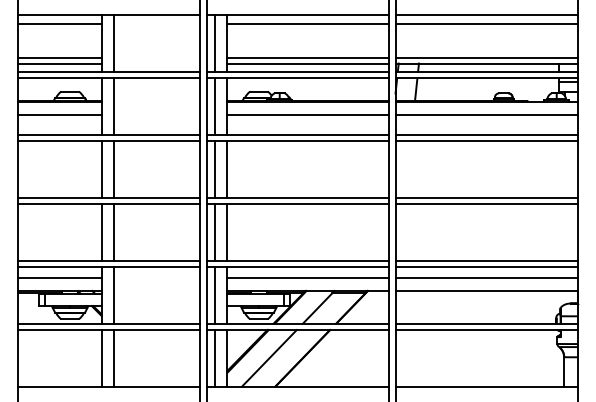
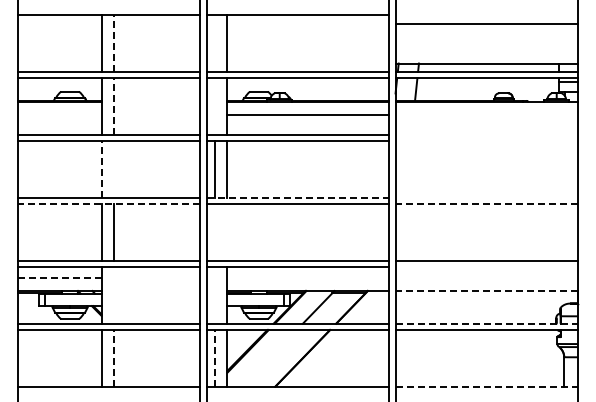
line at (486, 15): present -> none
line at (59, 23): present -> none
line at (308, 23): present -> none
line at (114, 43): solid -> dashed
line at (214, 43): present -> none
line at (59, 57): present -> none
line at (308, 57): present -> none
line at (486, 57): present -> none
line at (59, 63): present -> none
line at (308, 63): present -> none
line at (114, 106): solid -> dashed
line at (214, 106): present -> none
line at (59, 114): present -> none
line at (486, 114): present -> none
line at (486, 134): present -> none
line at (486, 141): present -> none
line at (101, 169): solid -> dashed
line at (114, 169): present -> none
line at (298, 197): solid -> dashed
line at (486, 197): present -> none
line at (108, 204): solid -> dashed
line at (486, 204): solid -> dashed
line at (214, 232): present -> none
line at (227, 232): present -> none
line at (486, 267): present -> none
line at (59, 278): solid -> dashed
line at (308, 278): present -> none
line at (486, 278): present -> none
line at (486, 291): solid -> dashed
line at (114, 295): present -> none
line at (214, 295): present -> none
line at (487, 323): solid -> dashed
line at (114, 357): solid -> dashed
line at (214, 357): solid -> dashed
line at (268, 358): present -> none
line at (487, 386): solid -> dashed
